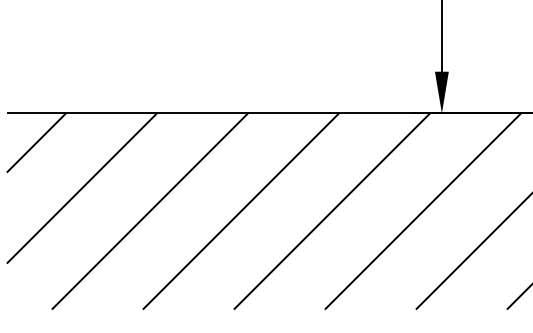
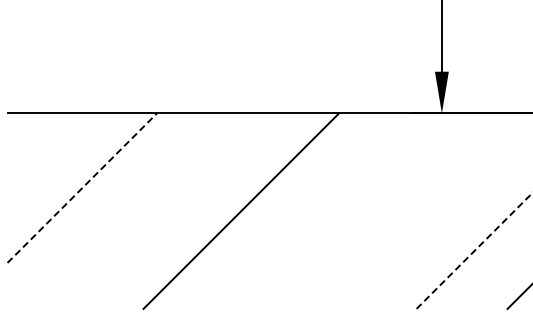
line at (36, 142): present -> none
line at (82, 188): solid -> dashed
line at (150, 210): present -> none
line at (332, 210): present -> none
line at (423, 210): present -> none
line at (474, 251): solid -> dashed
